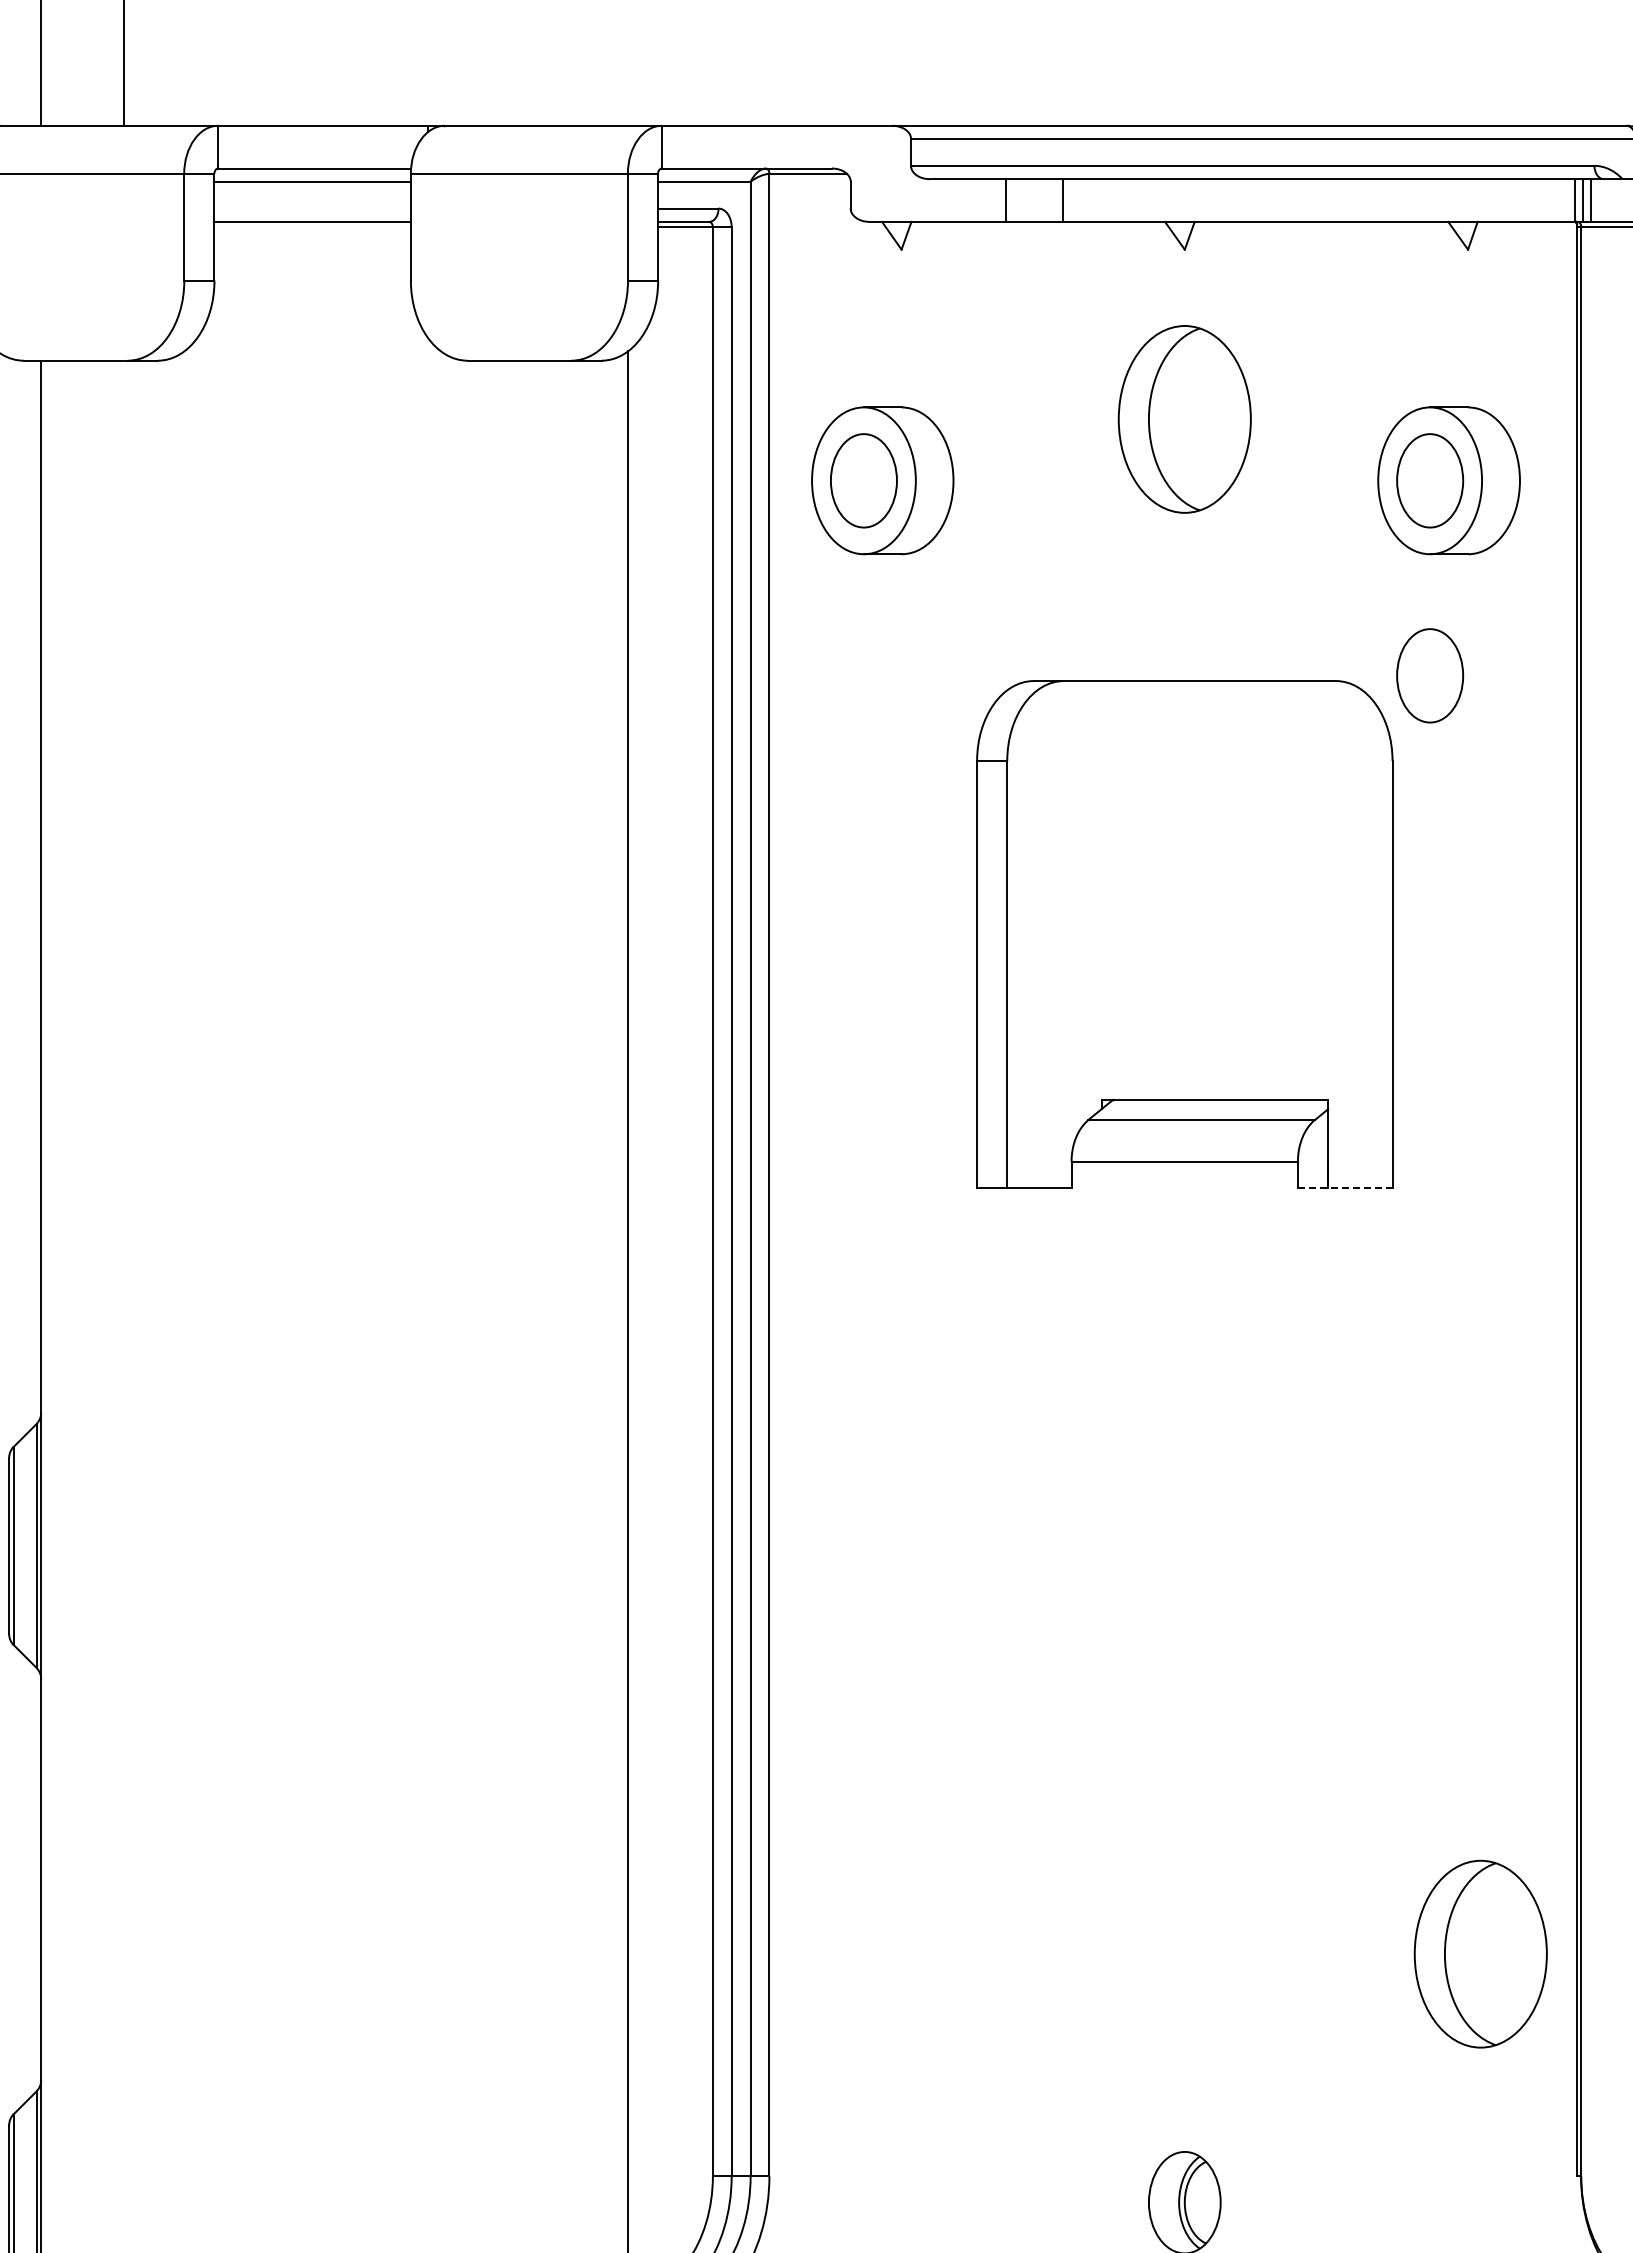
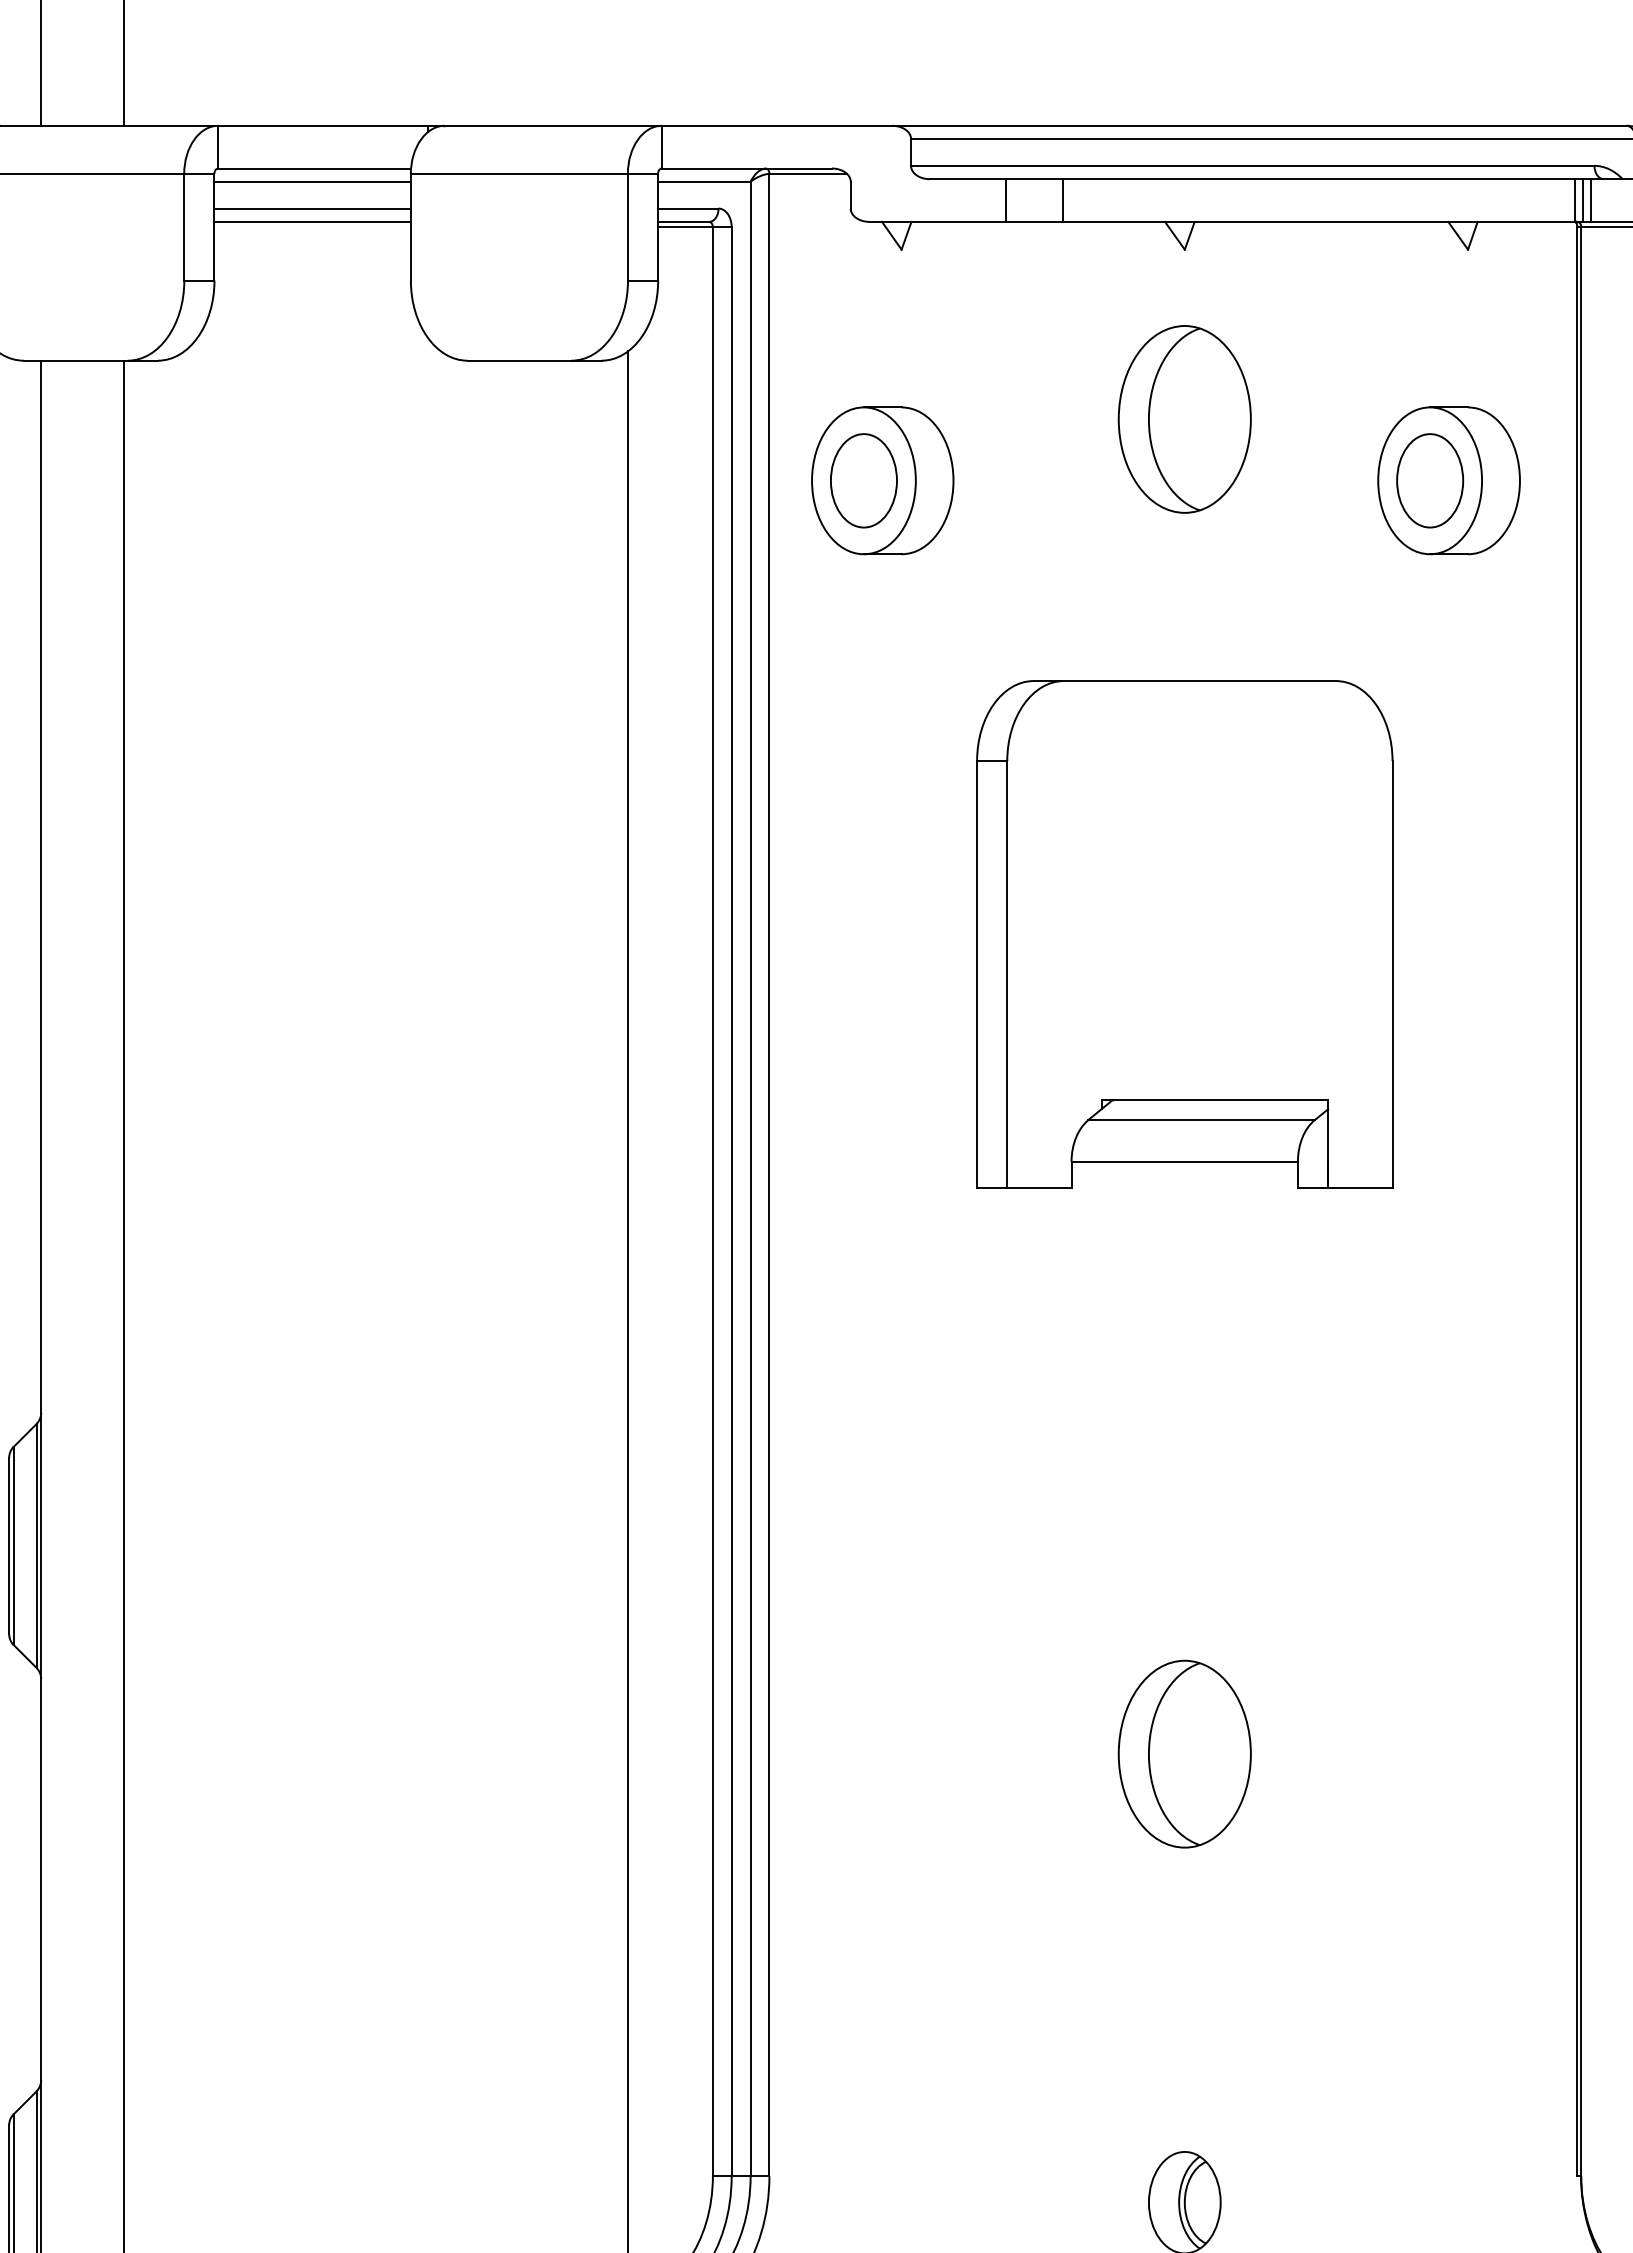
line at (312, 208): none -> present
part at (1430, 675): present -> none
line at (1344, 1188): dashed -> solid
line at (124, 1304): none -> present
part at (1480, 1953) position: (1480, 1953) -> (1184, 1753)
